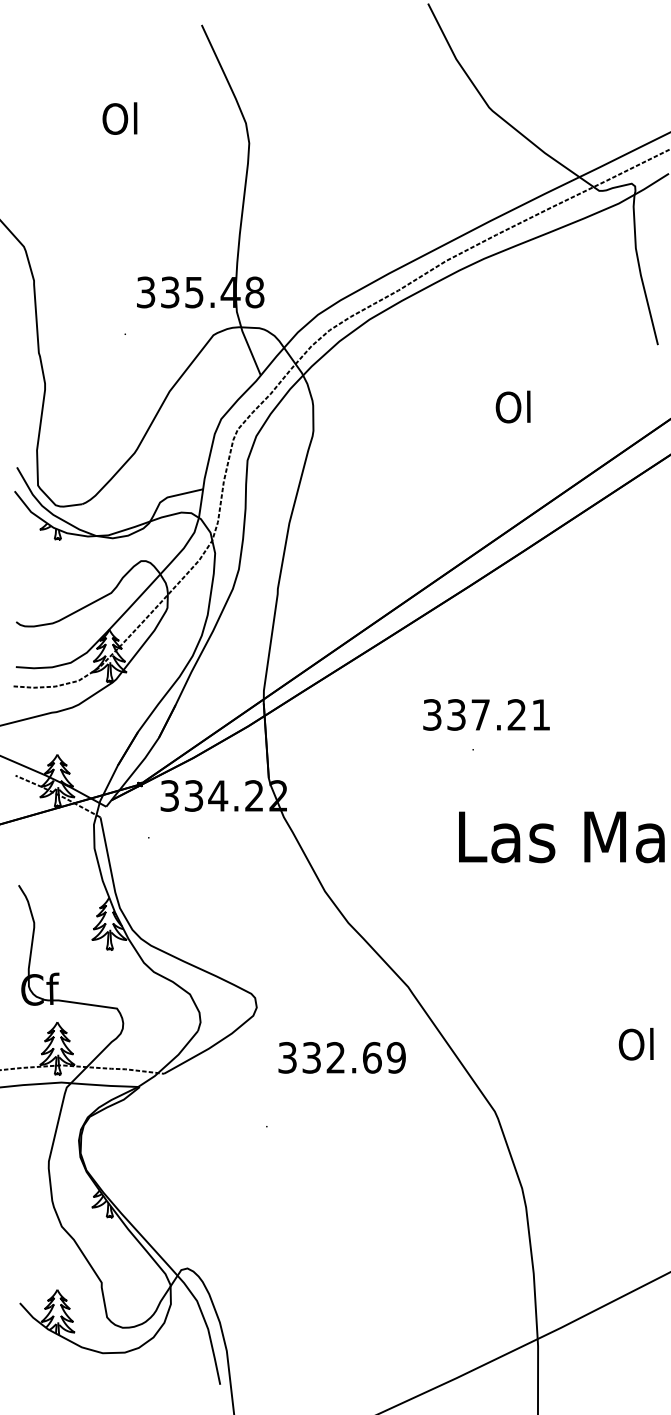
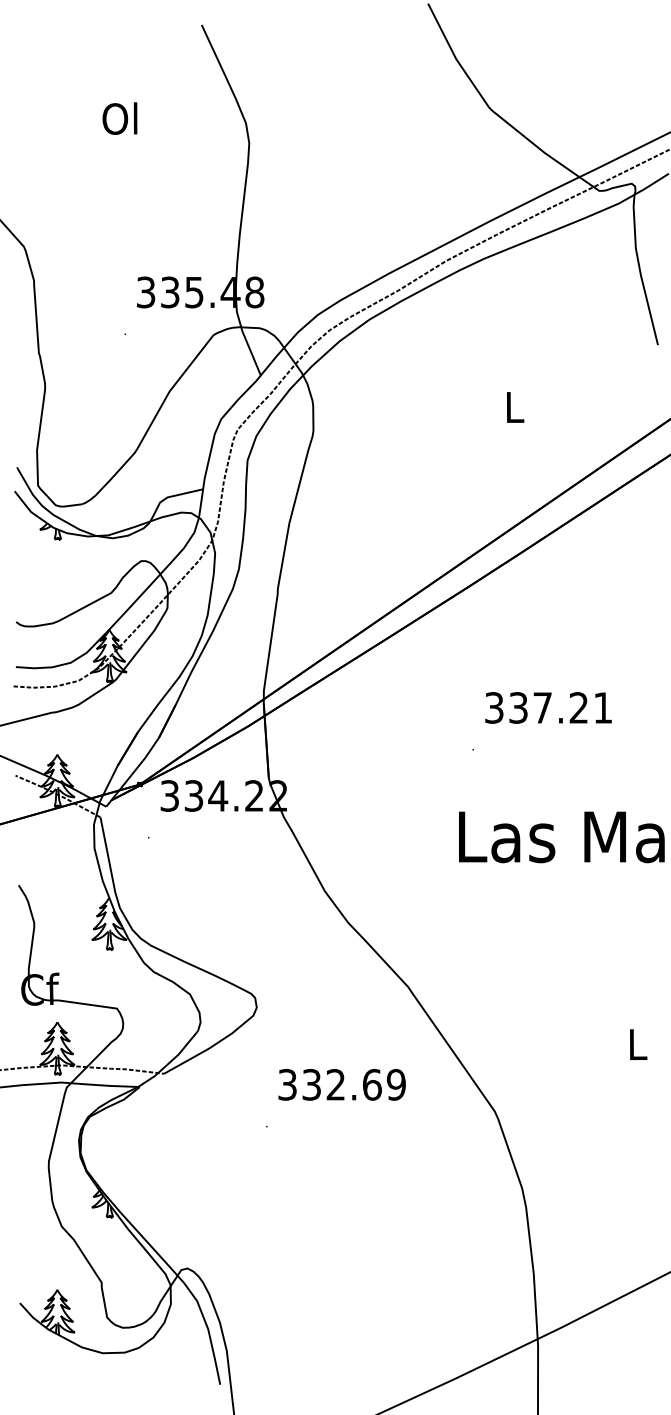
text at (512, 406): Ol -> L
text at (486, 714) position: (486, 714) -> (548, 707)
text at (635, 1043): Ol -> L
text at (341, 1057) position: (341, 1057) -> (341, 1084)
